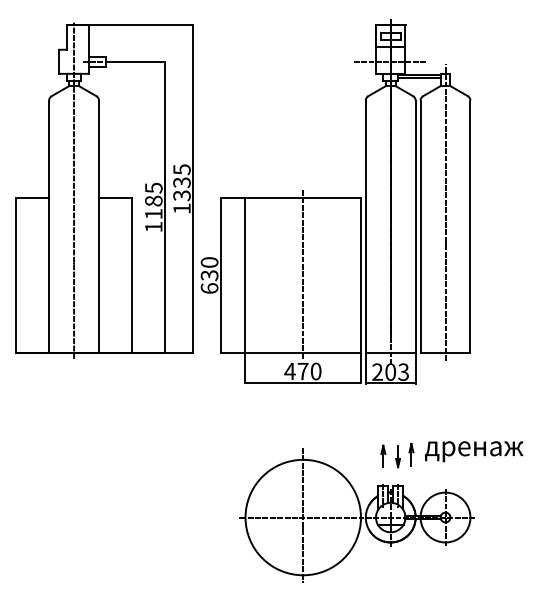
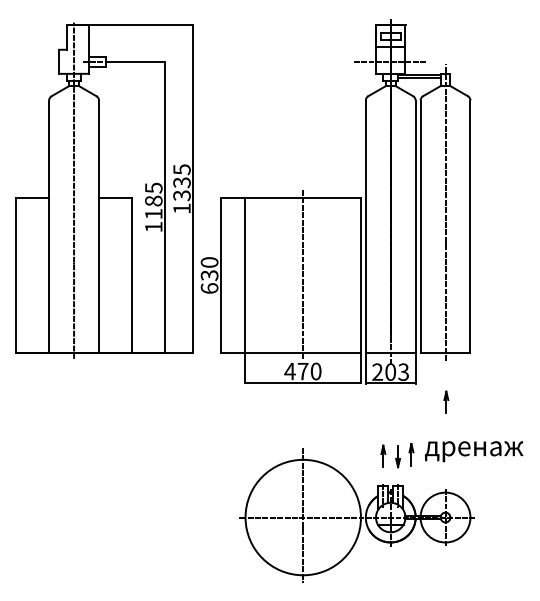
part at (446, 401): none -> present
